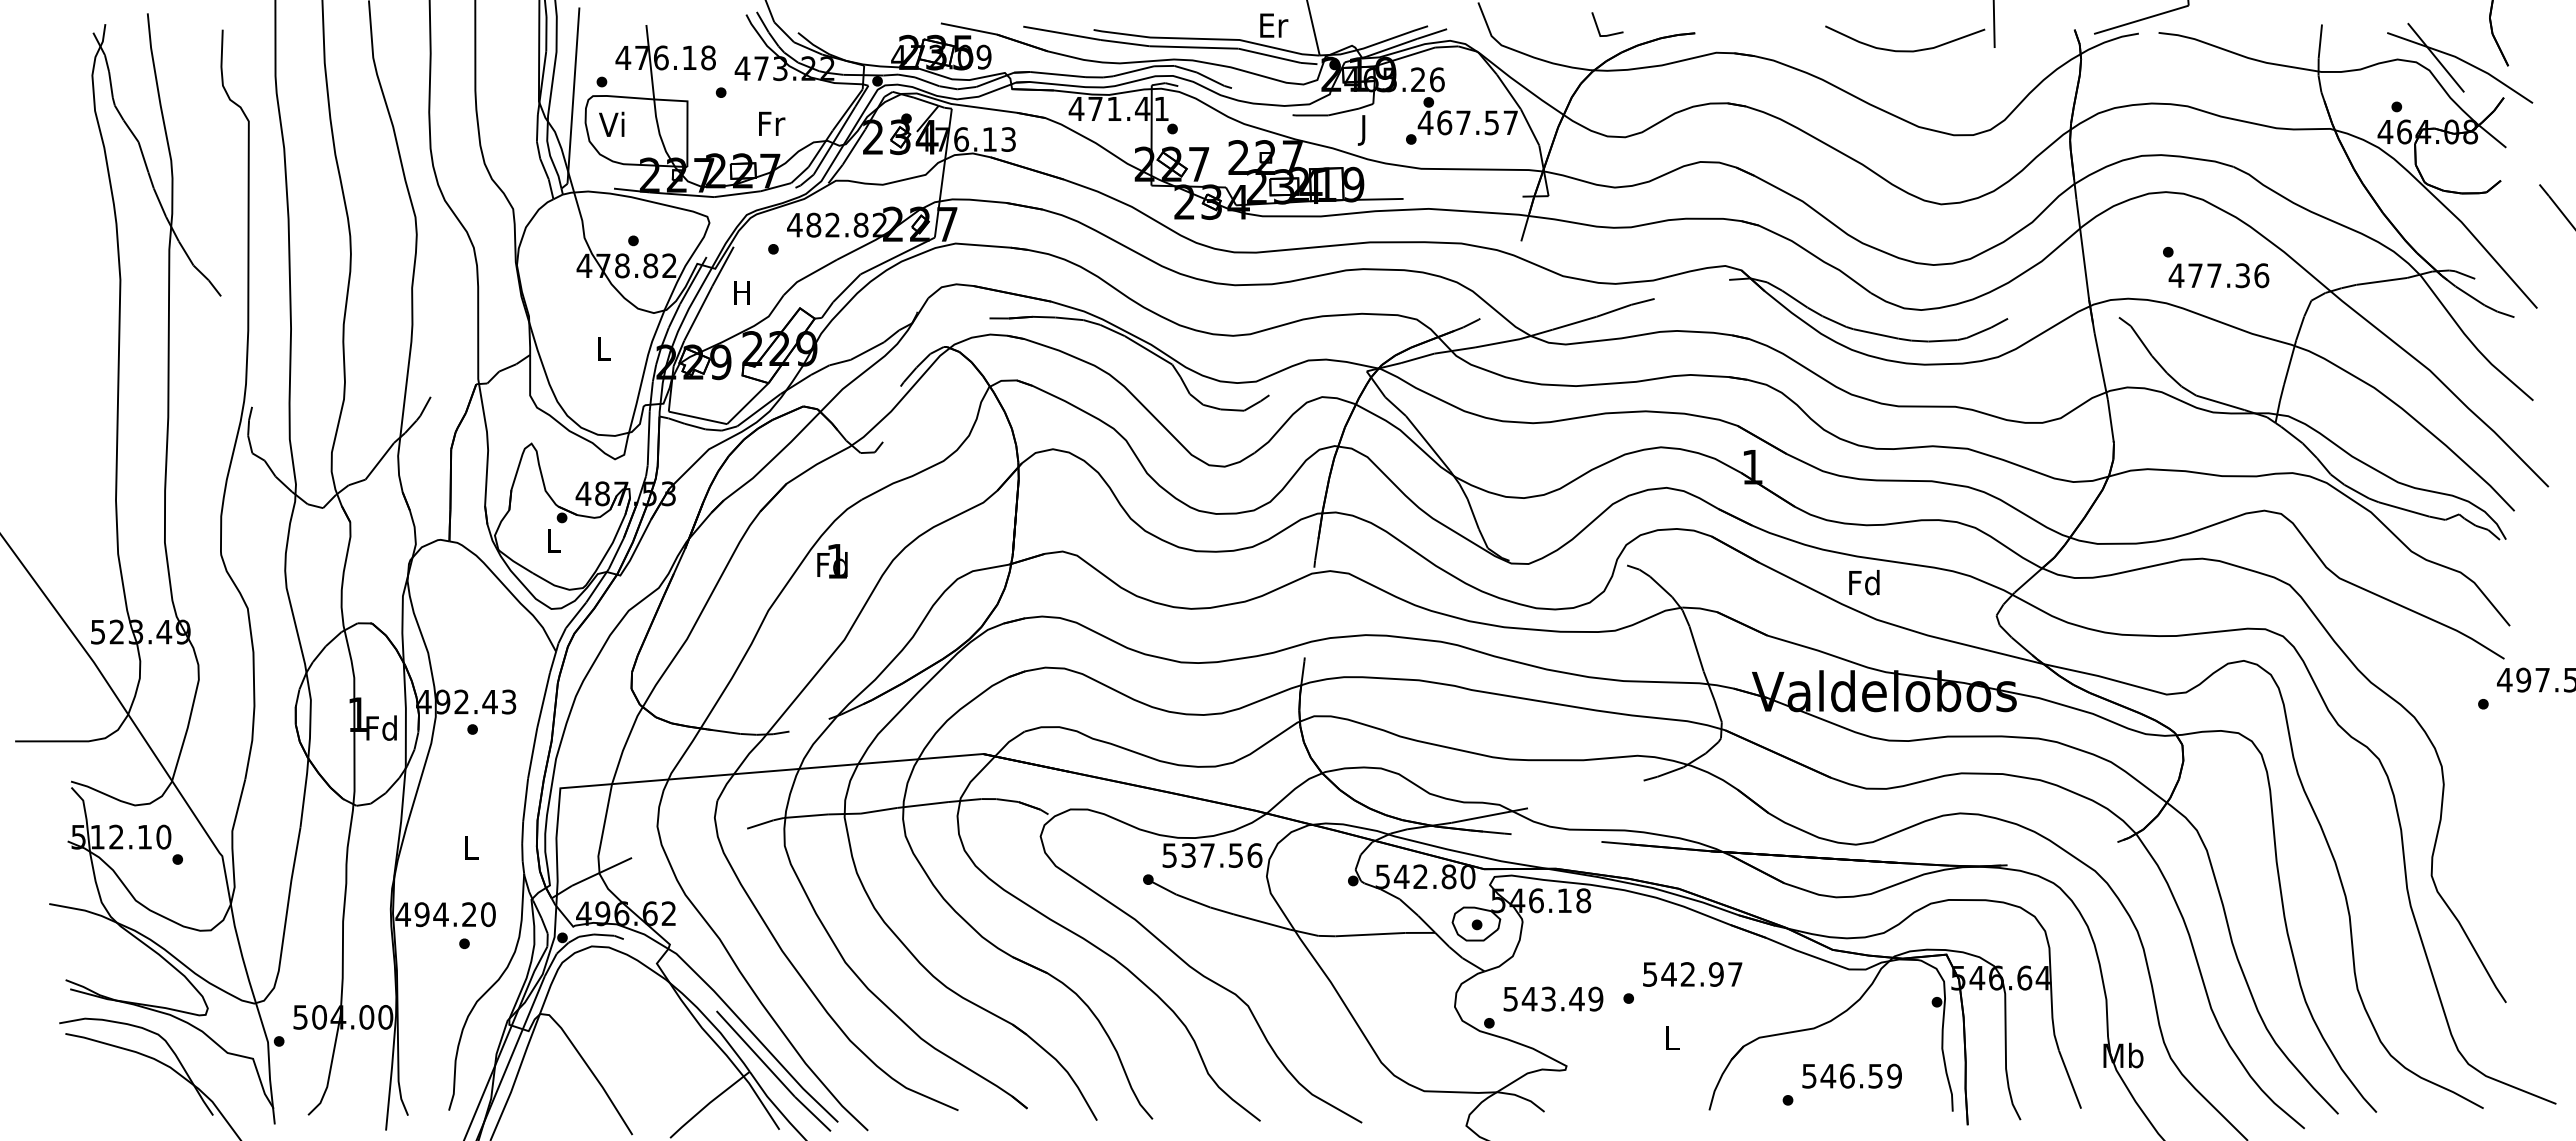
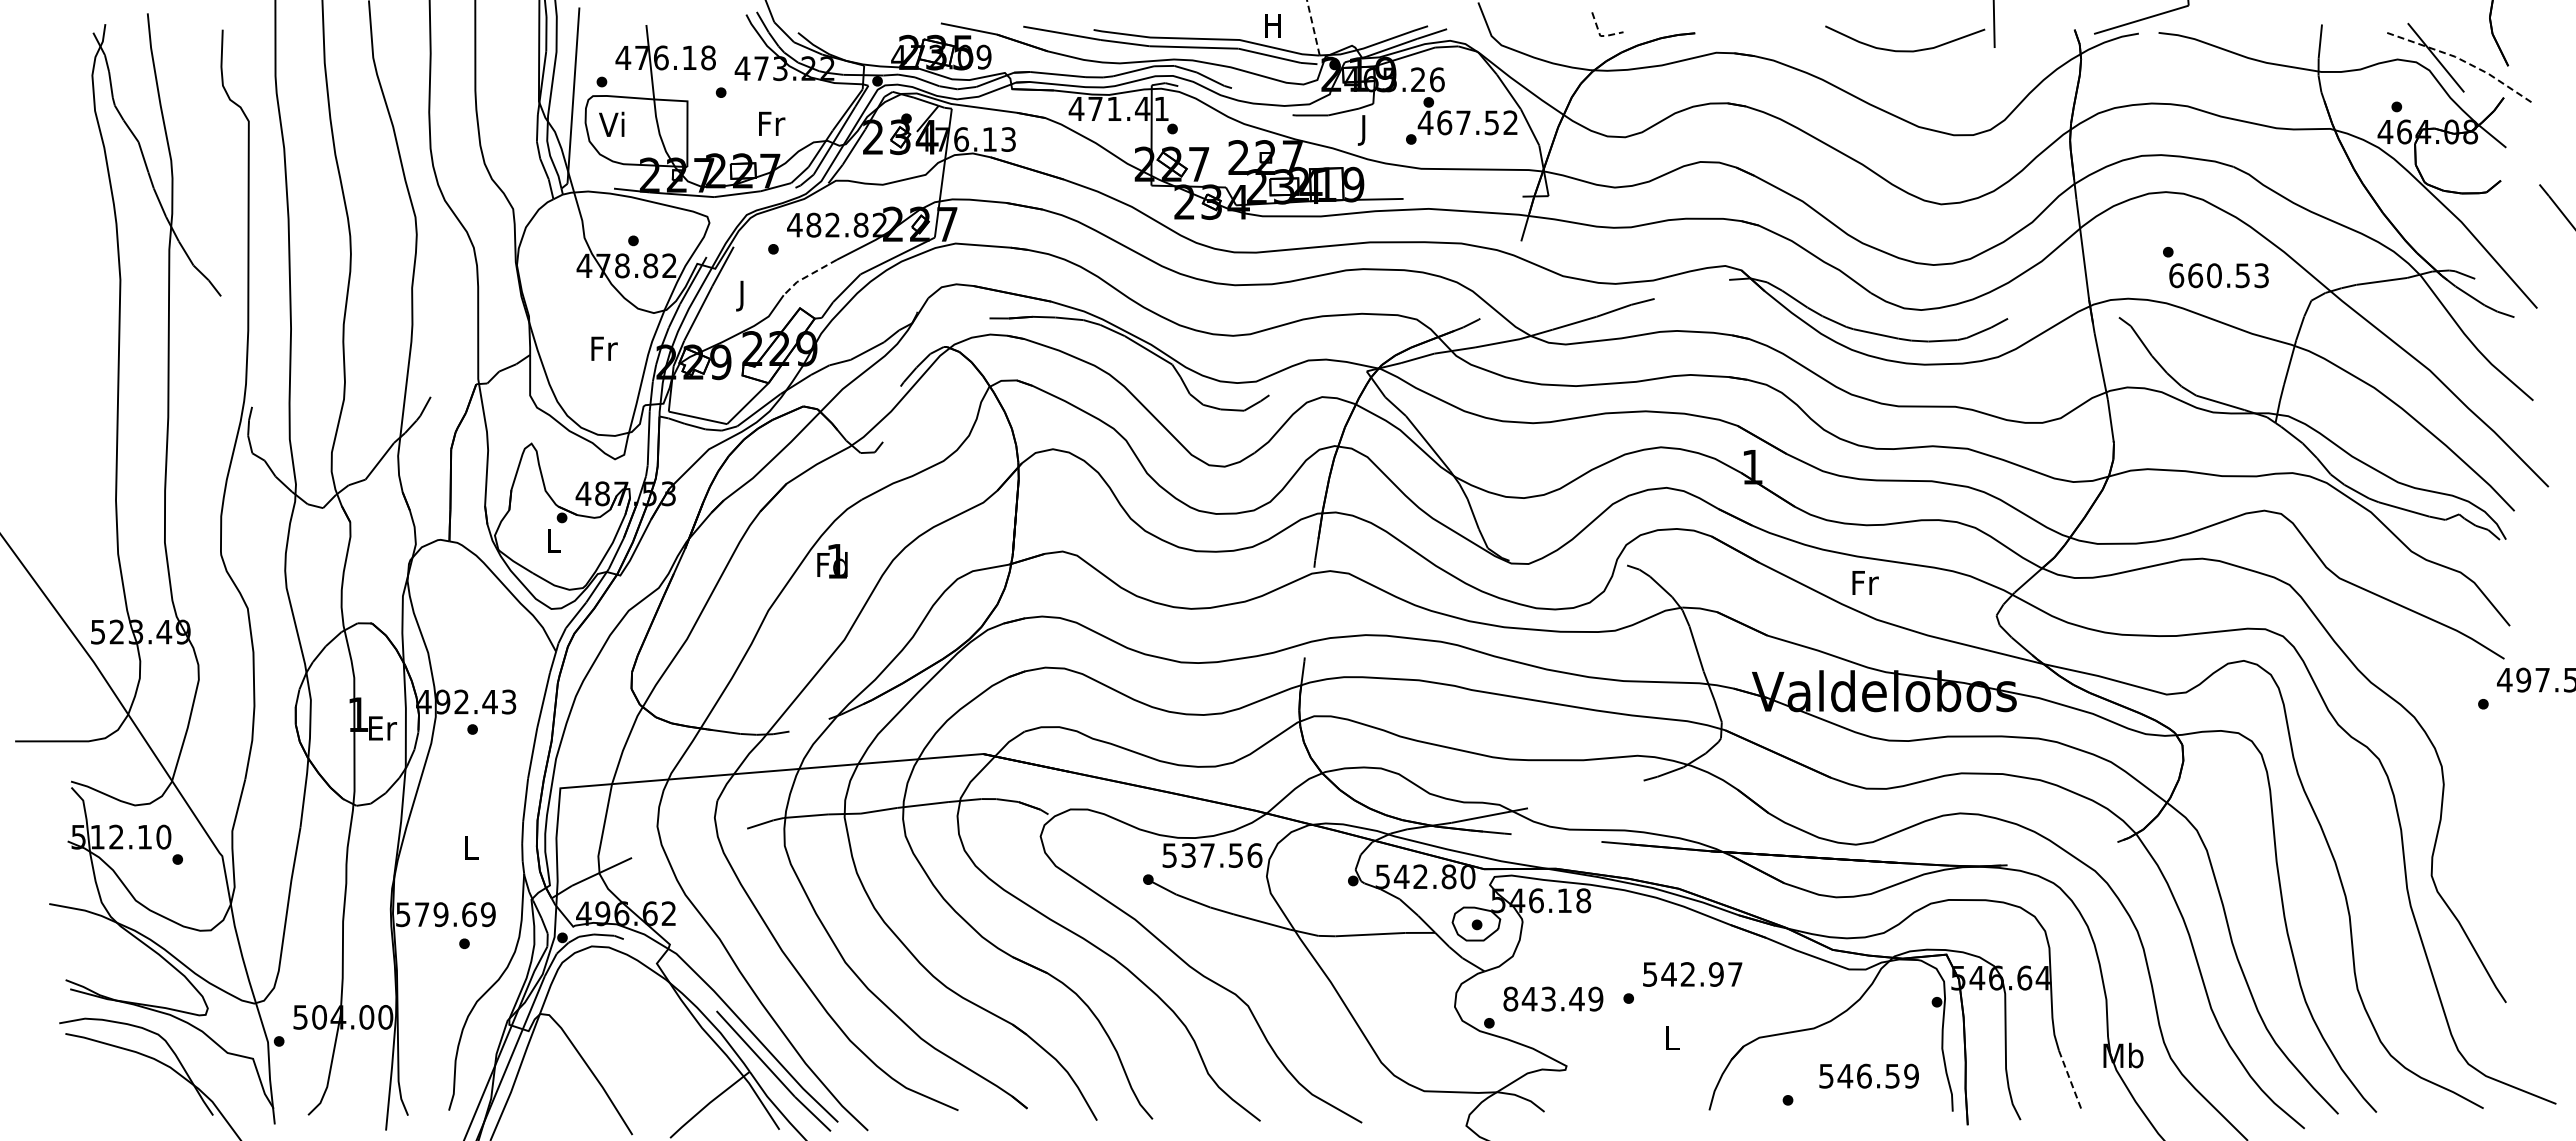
text at (1274, 25): Er -> H
line at (1313, 27): solid -> dashed
line at (1600, 36): solid -> dashed
line at (2463, 61): solid -> dashed
text at (1510, 122): 467.57 -> 467.52
line at (808, 275): solid -> dashed
text at (2218, 275): 477.36 -> 660.53
text at (741, 295): H -> J
text at (604, 348): L -> Fr
text at (1864, 582): Fd -> Fr
text at (381, 727): Fd -> Er
text at (445, 914): 494.20 -> 579.69
text at (1510, 998): 543.49 -> 843.49
text at (1851, 1075) position: (1851, 1075) -> (1868, 1075)
line at (2070, 1080): solid -> dashed
